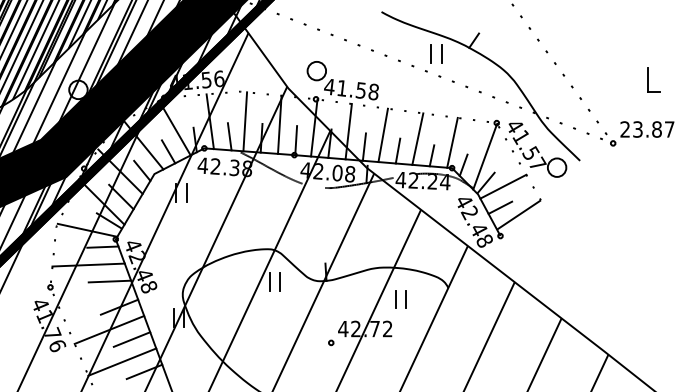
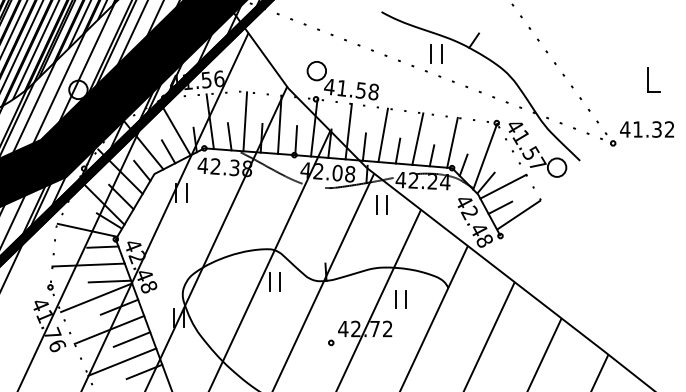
text at (647, 129): 23.87 -> 41.32
part at (381, 204): none -> present
line at (96, 297): none -> present
